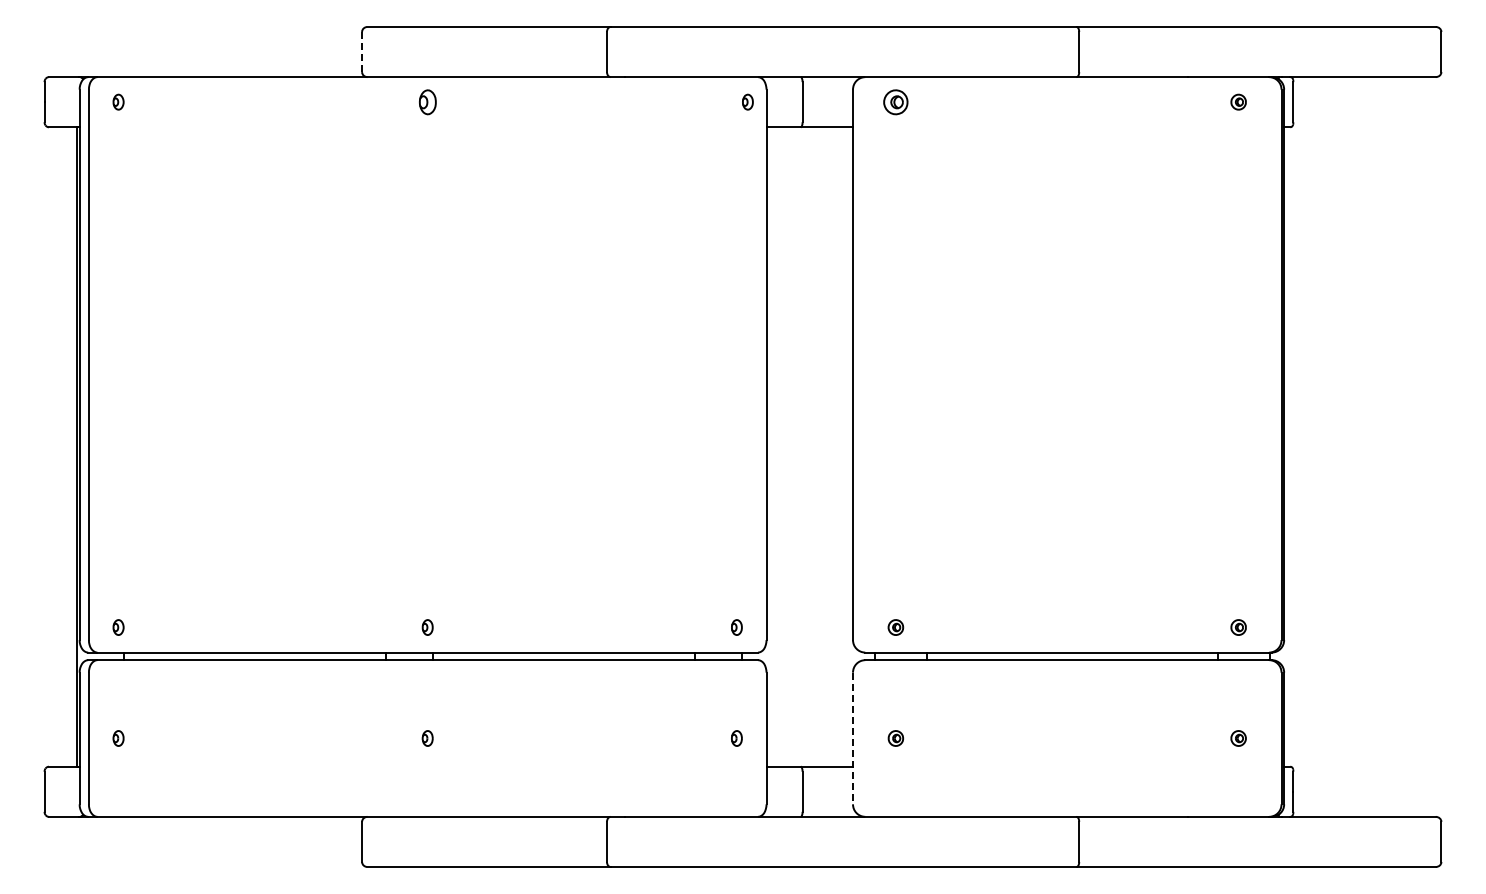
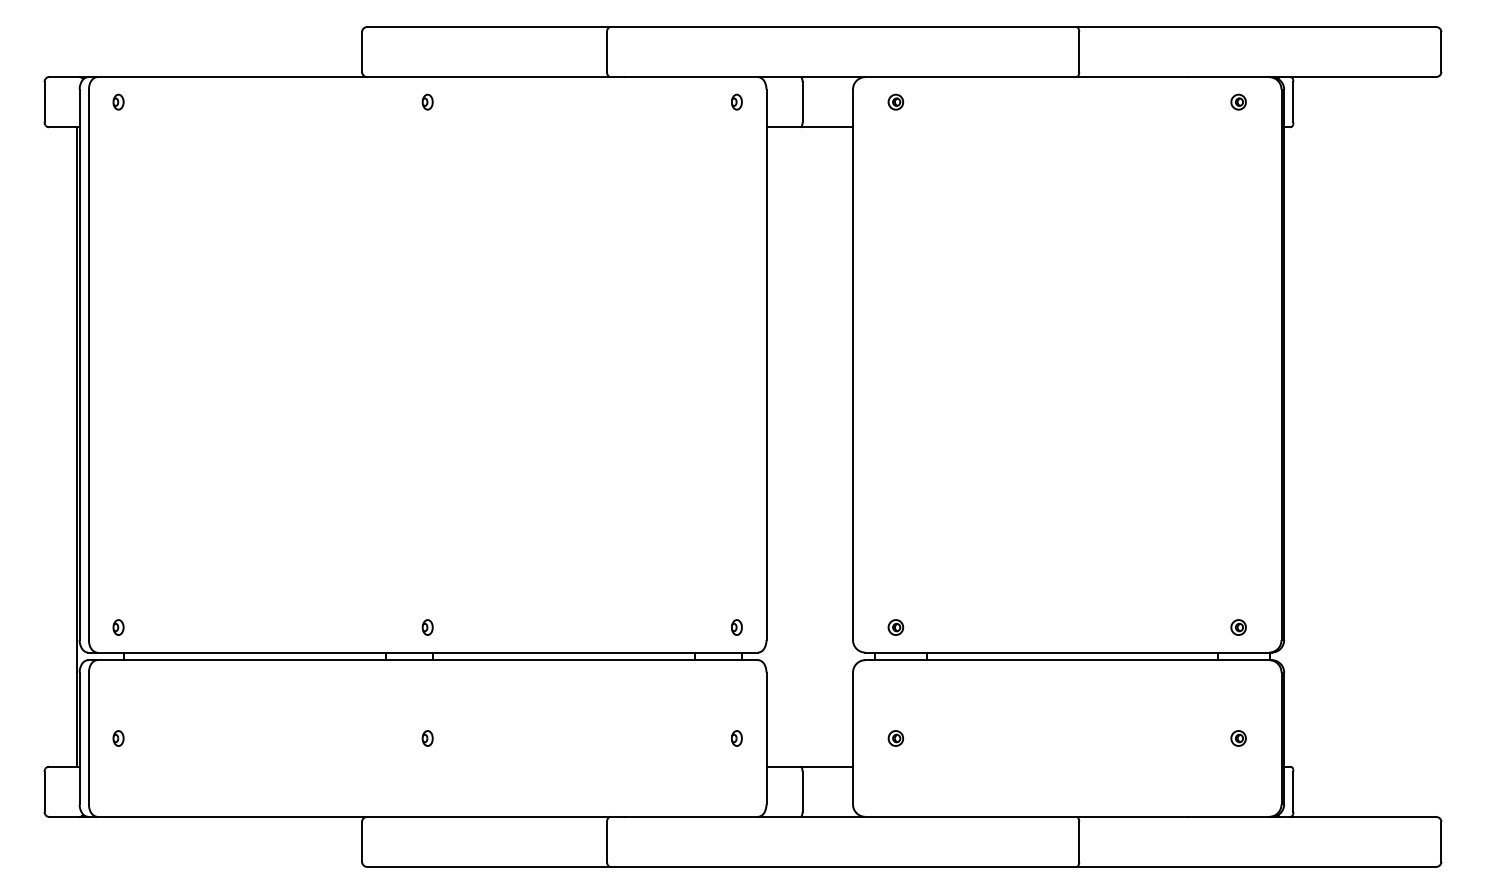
line at (362, 52): dashed -> solid
part at (747, 101) position: (747, 101) -> (736, 101)
part at (427, 102) size: 18x27 px -> 13x18 px
part at (895, 102) size: 26x27 px -> 18x18 px
line at (853, 738): dashed -> solid
